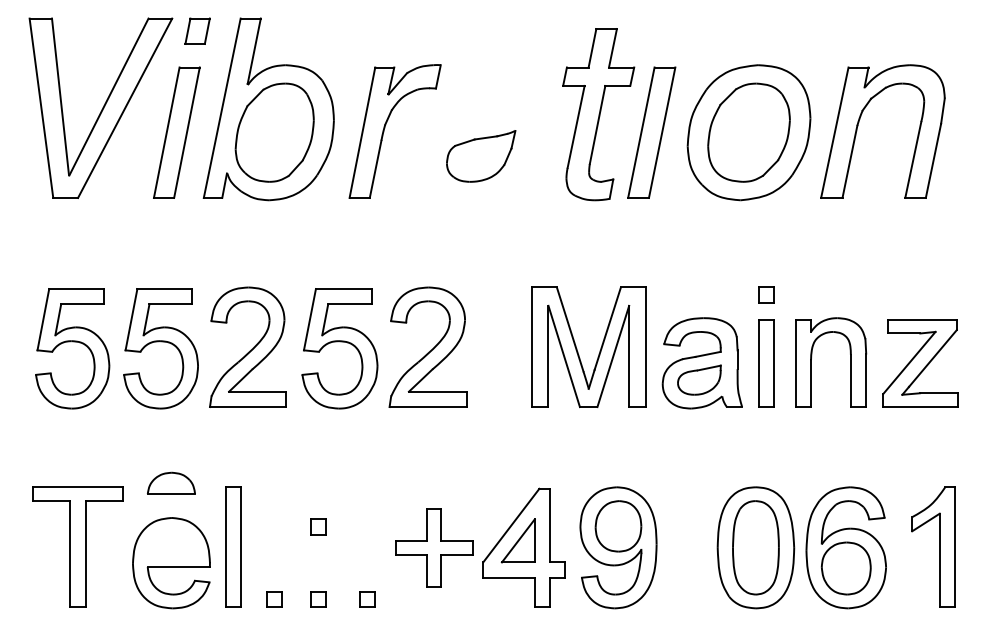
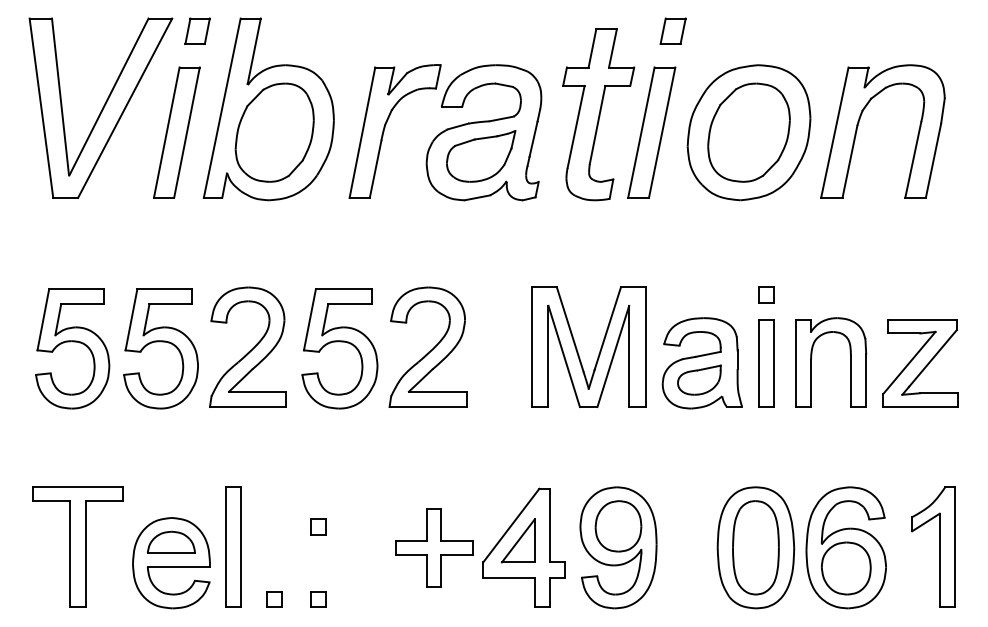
part at (672, 30): none -> present
part at (483, 132): none -> present
part at (171, 482) position: (171, 482) -> (171, 541)
part at (367, 599): present -> none
